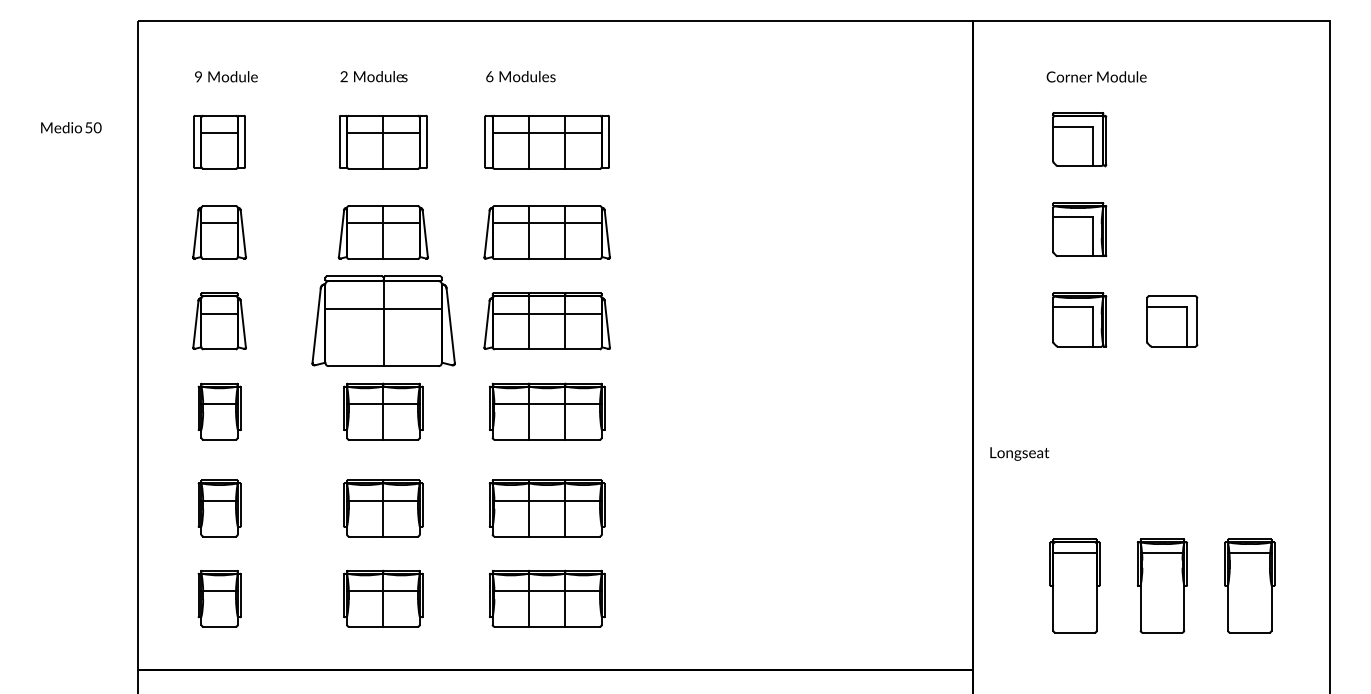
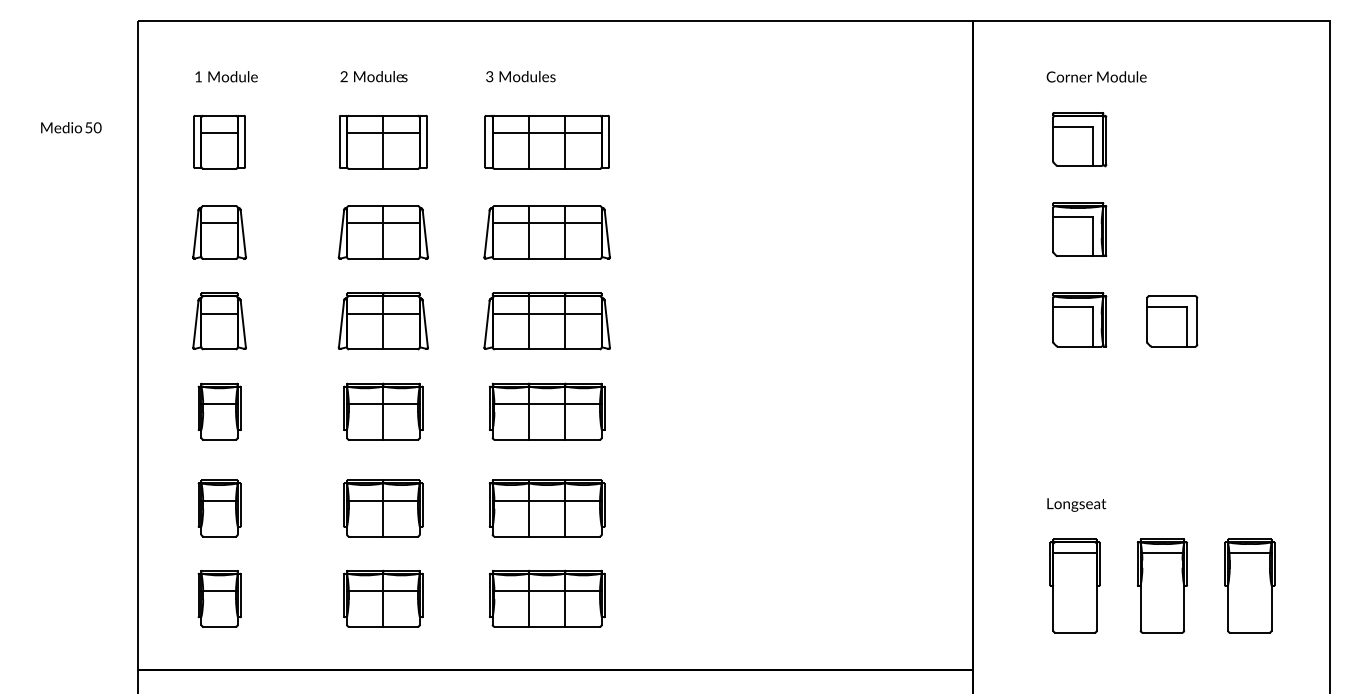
text at (198, 76): 9 -> 1
text at (489, 76): 6 -> 3
part at (383, 320) size: 145x92 px -> 92x59 px
text at (1019, 453) position: (1019, 453) -> (1076, 504)
